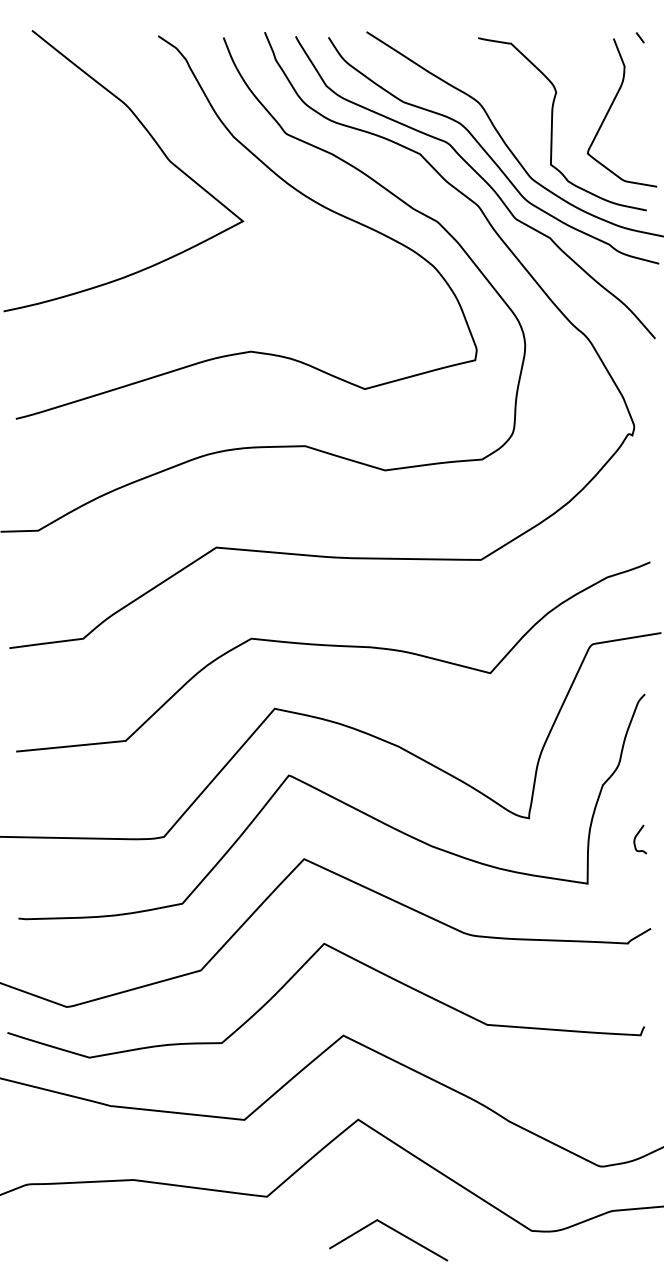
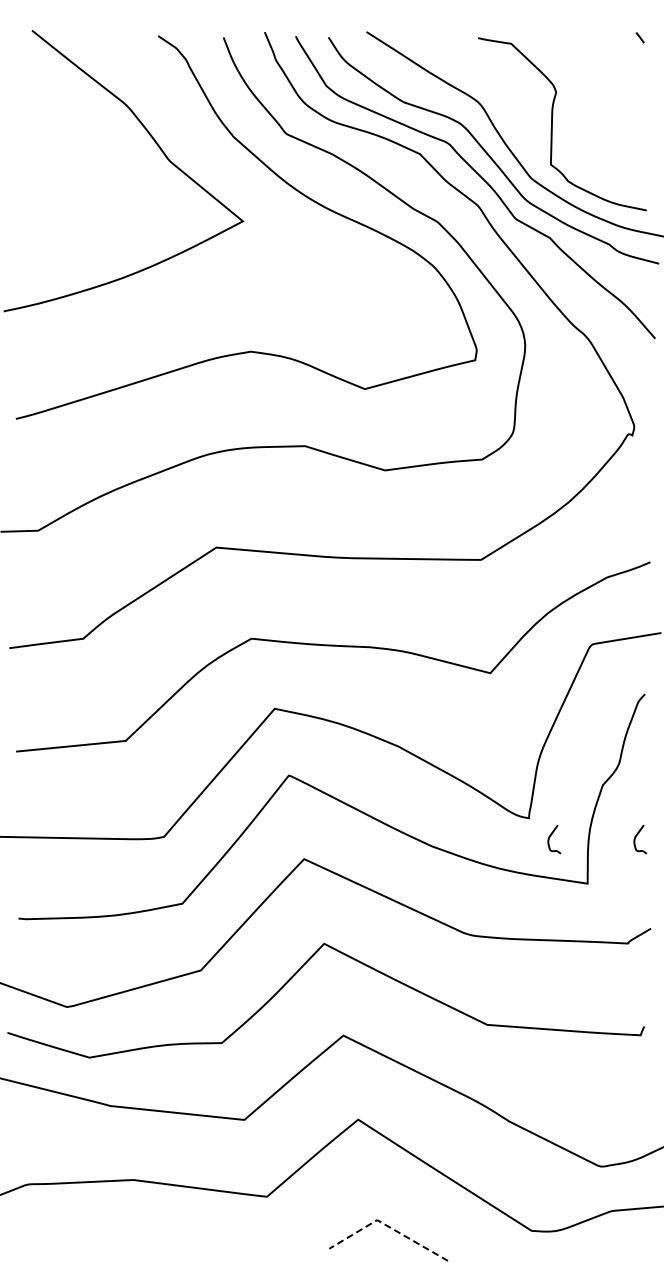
curve at (611, 107): present -> none
curve at (550, 837): none -> present
line at (387, 1226): solid -> dashed
